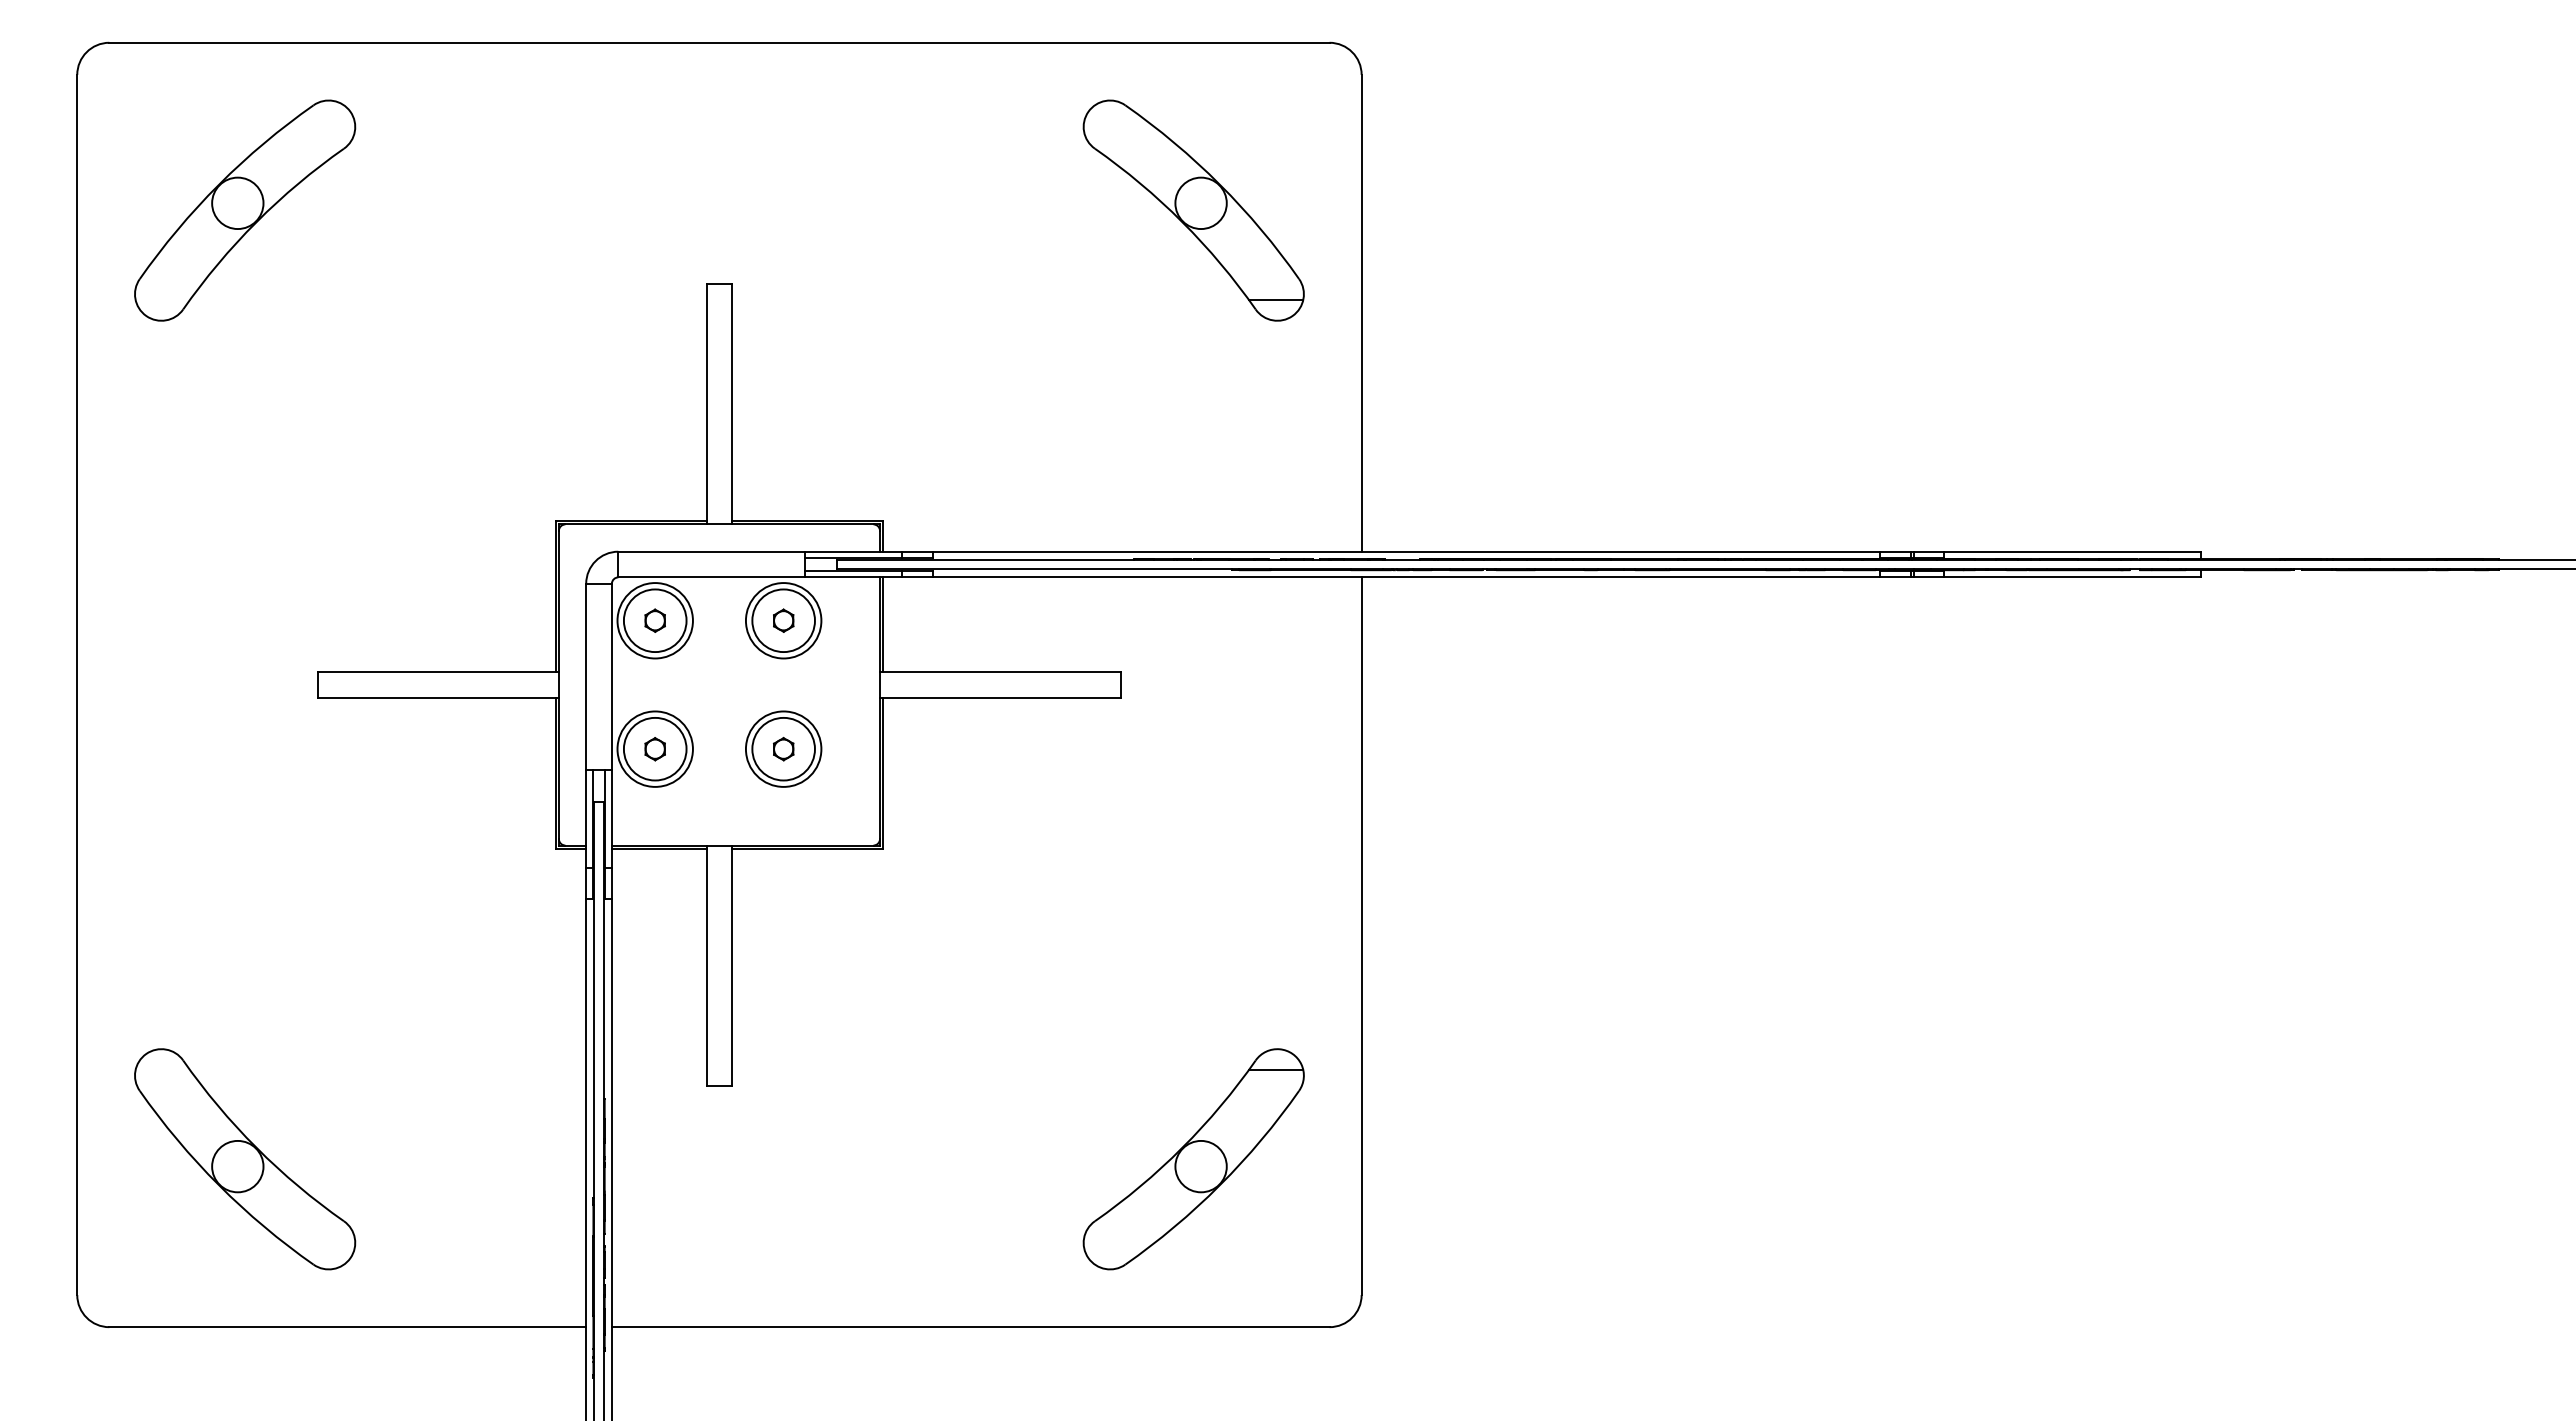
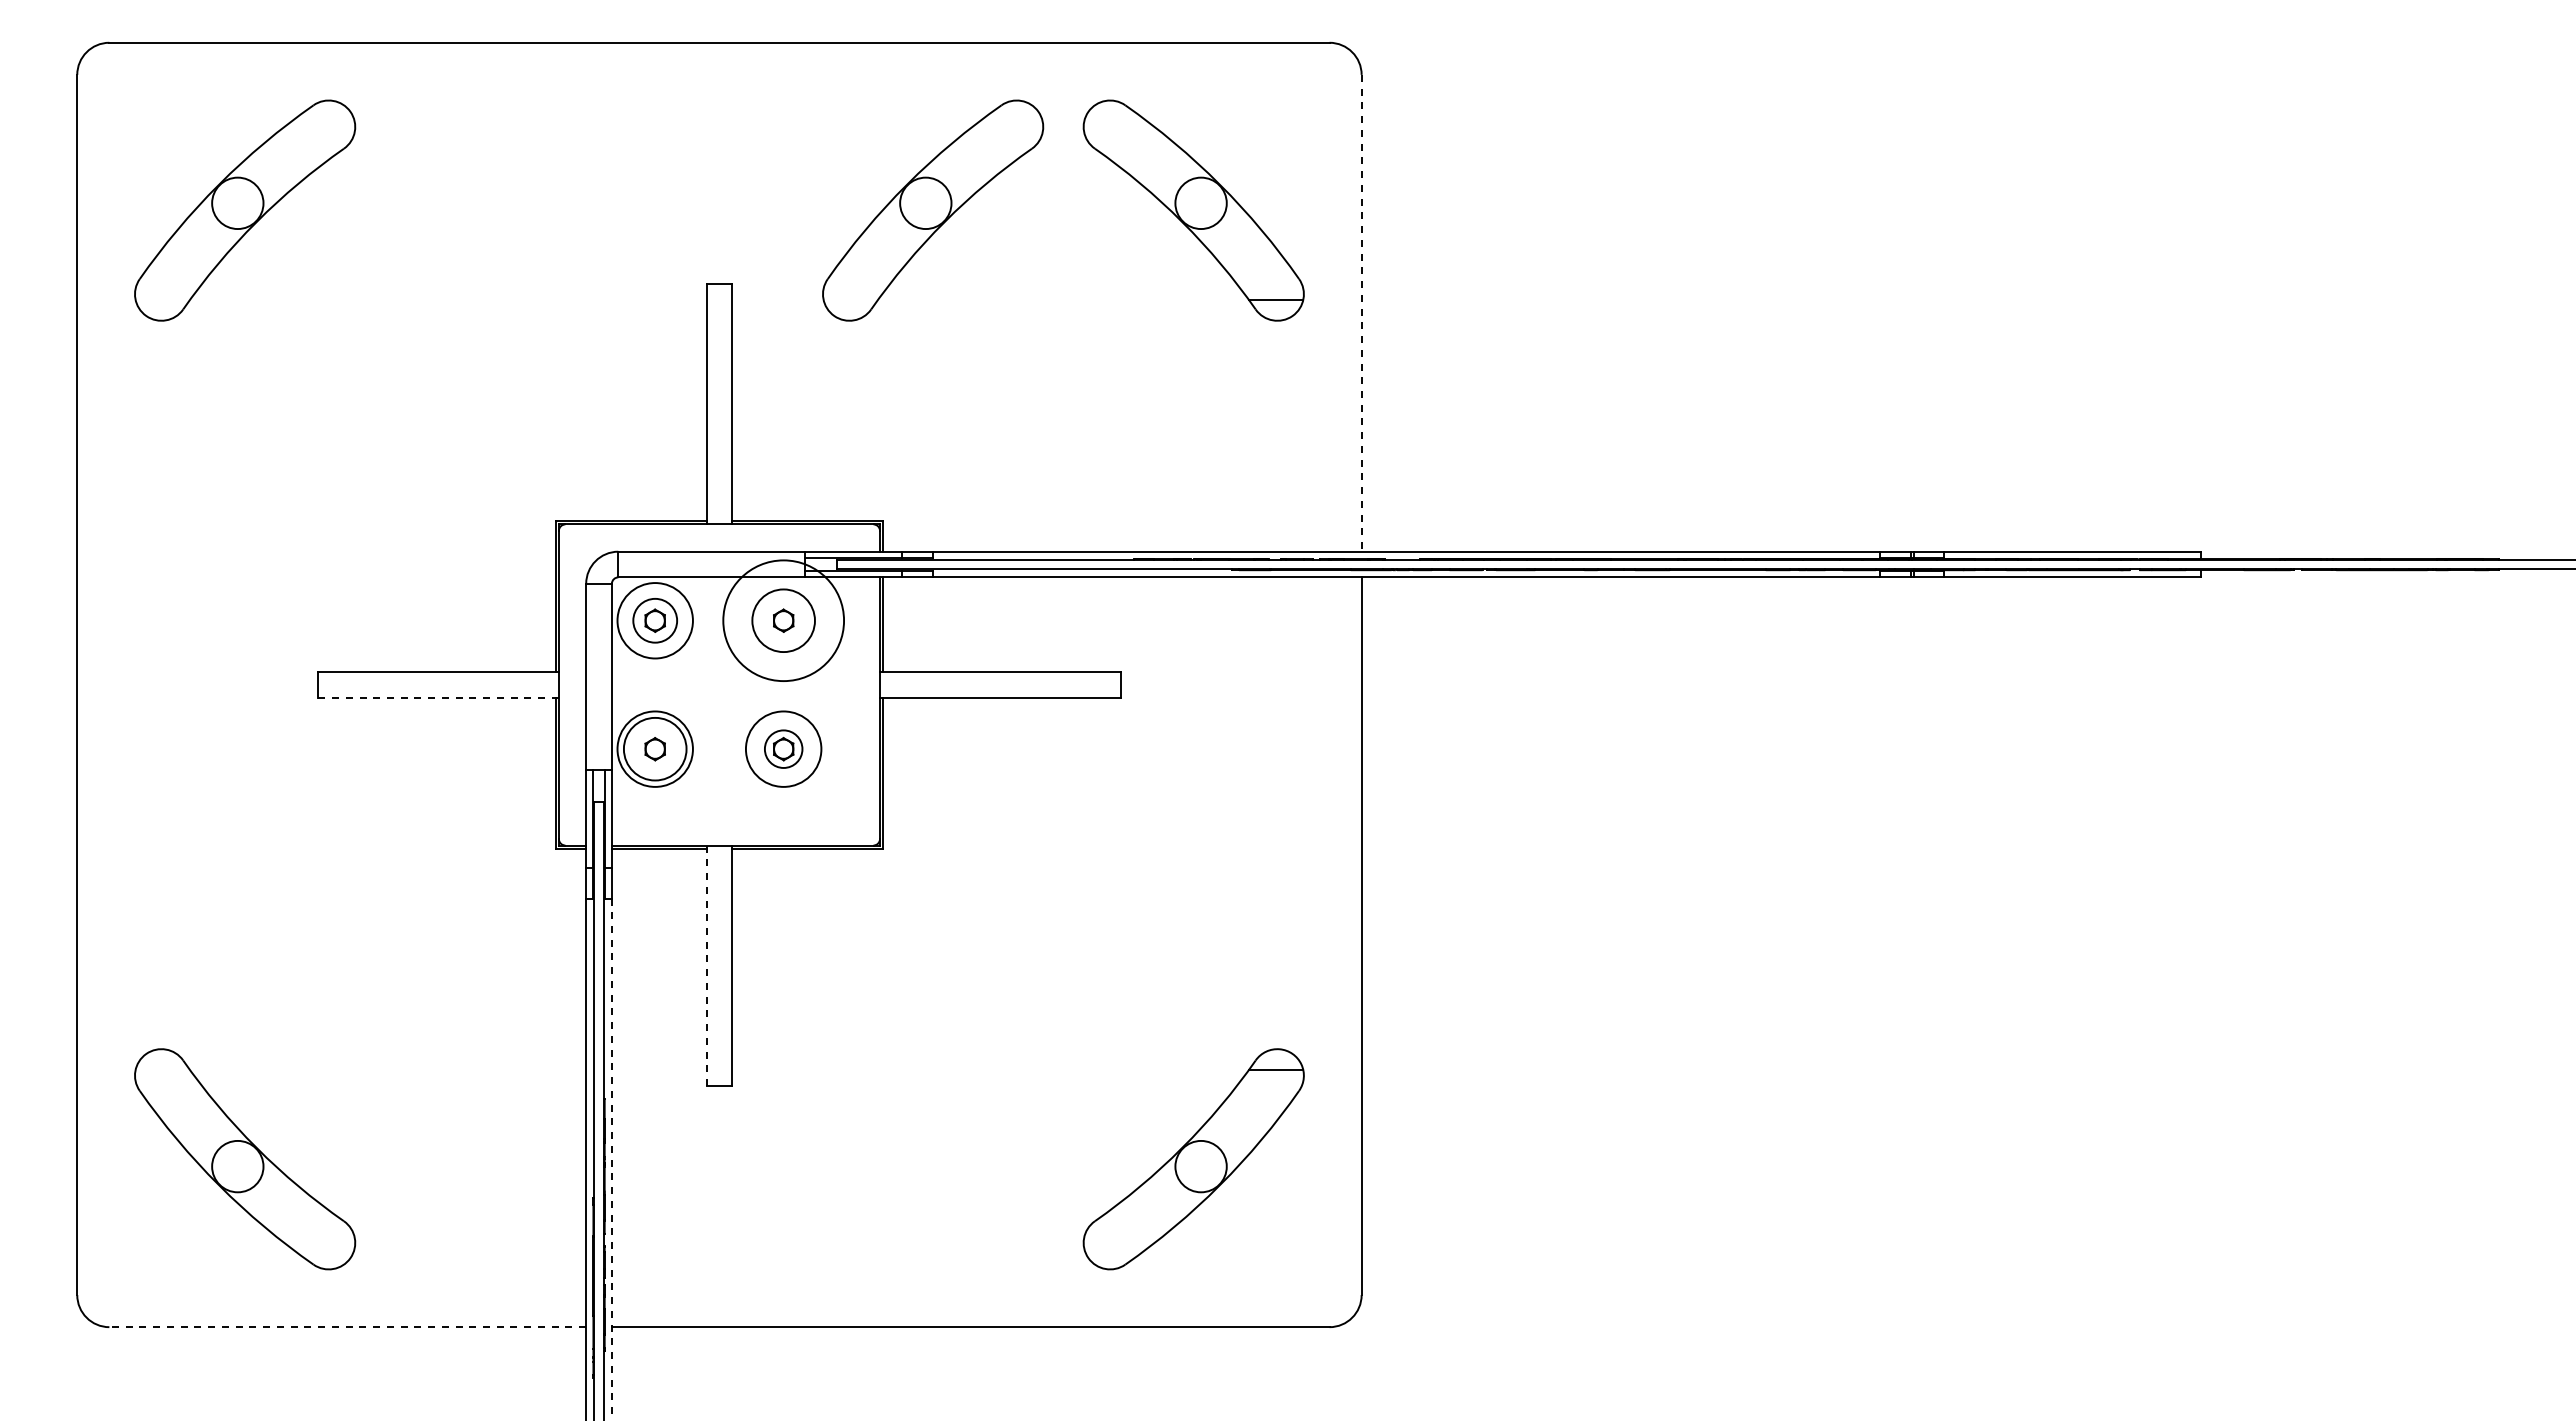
part at (933, 210): none -> present
line at (1361, 313): solid -> dashed
circle at (654, 620) diameter: 63 px -> 44 px
circle at (783, 620) diameter: 75 px -> 121 px
line at (438, 697): solid -> dashed
circle at (783, 748) diameter: 63 px -> 38 px
line at (706, 966): solid -> dashed
line at (611, 1159): solid -> dashed
line at (347, 1327): solid -> dashed
